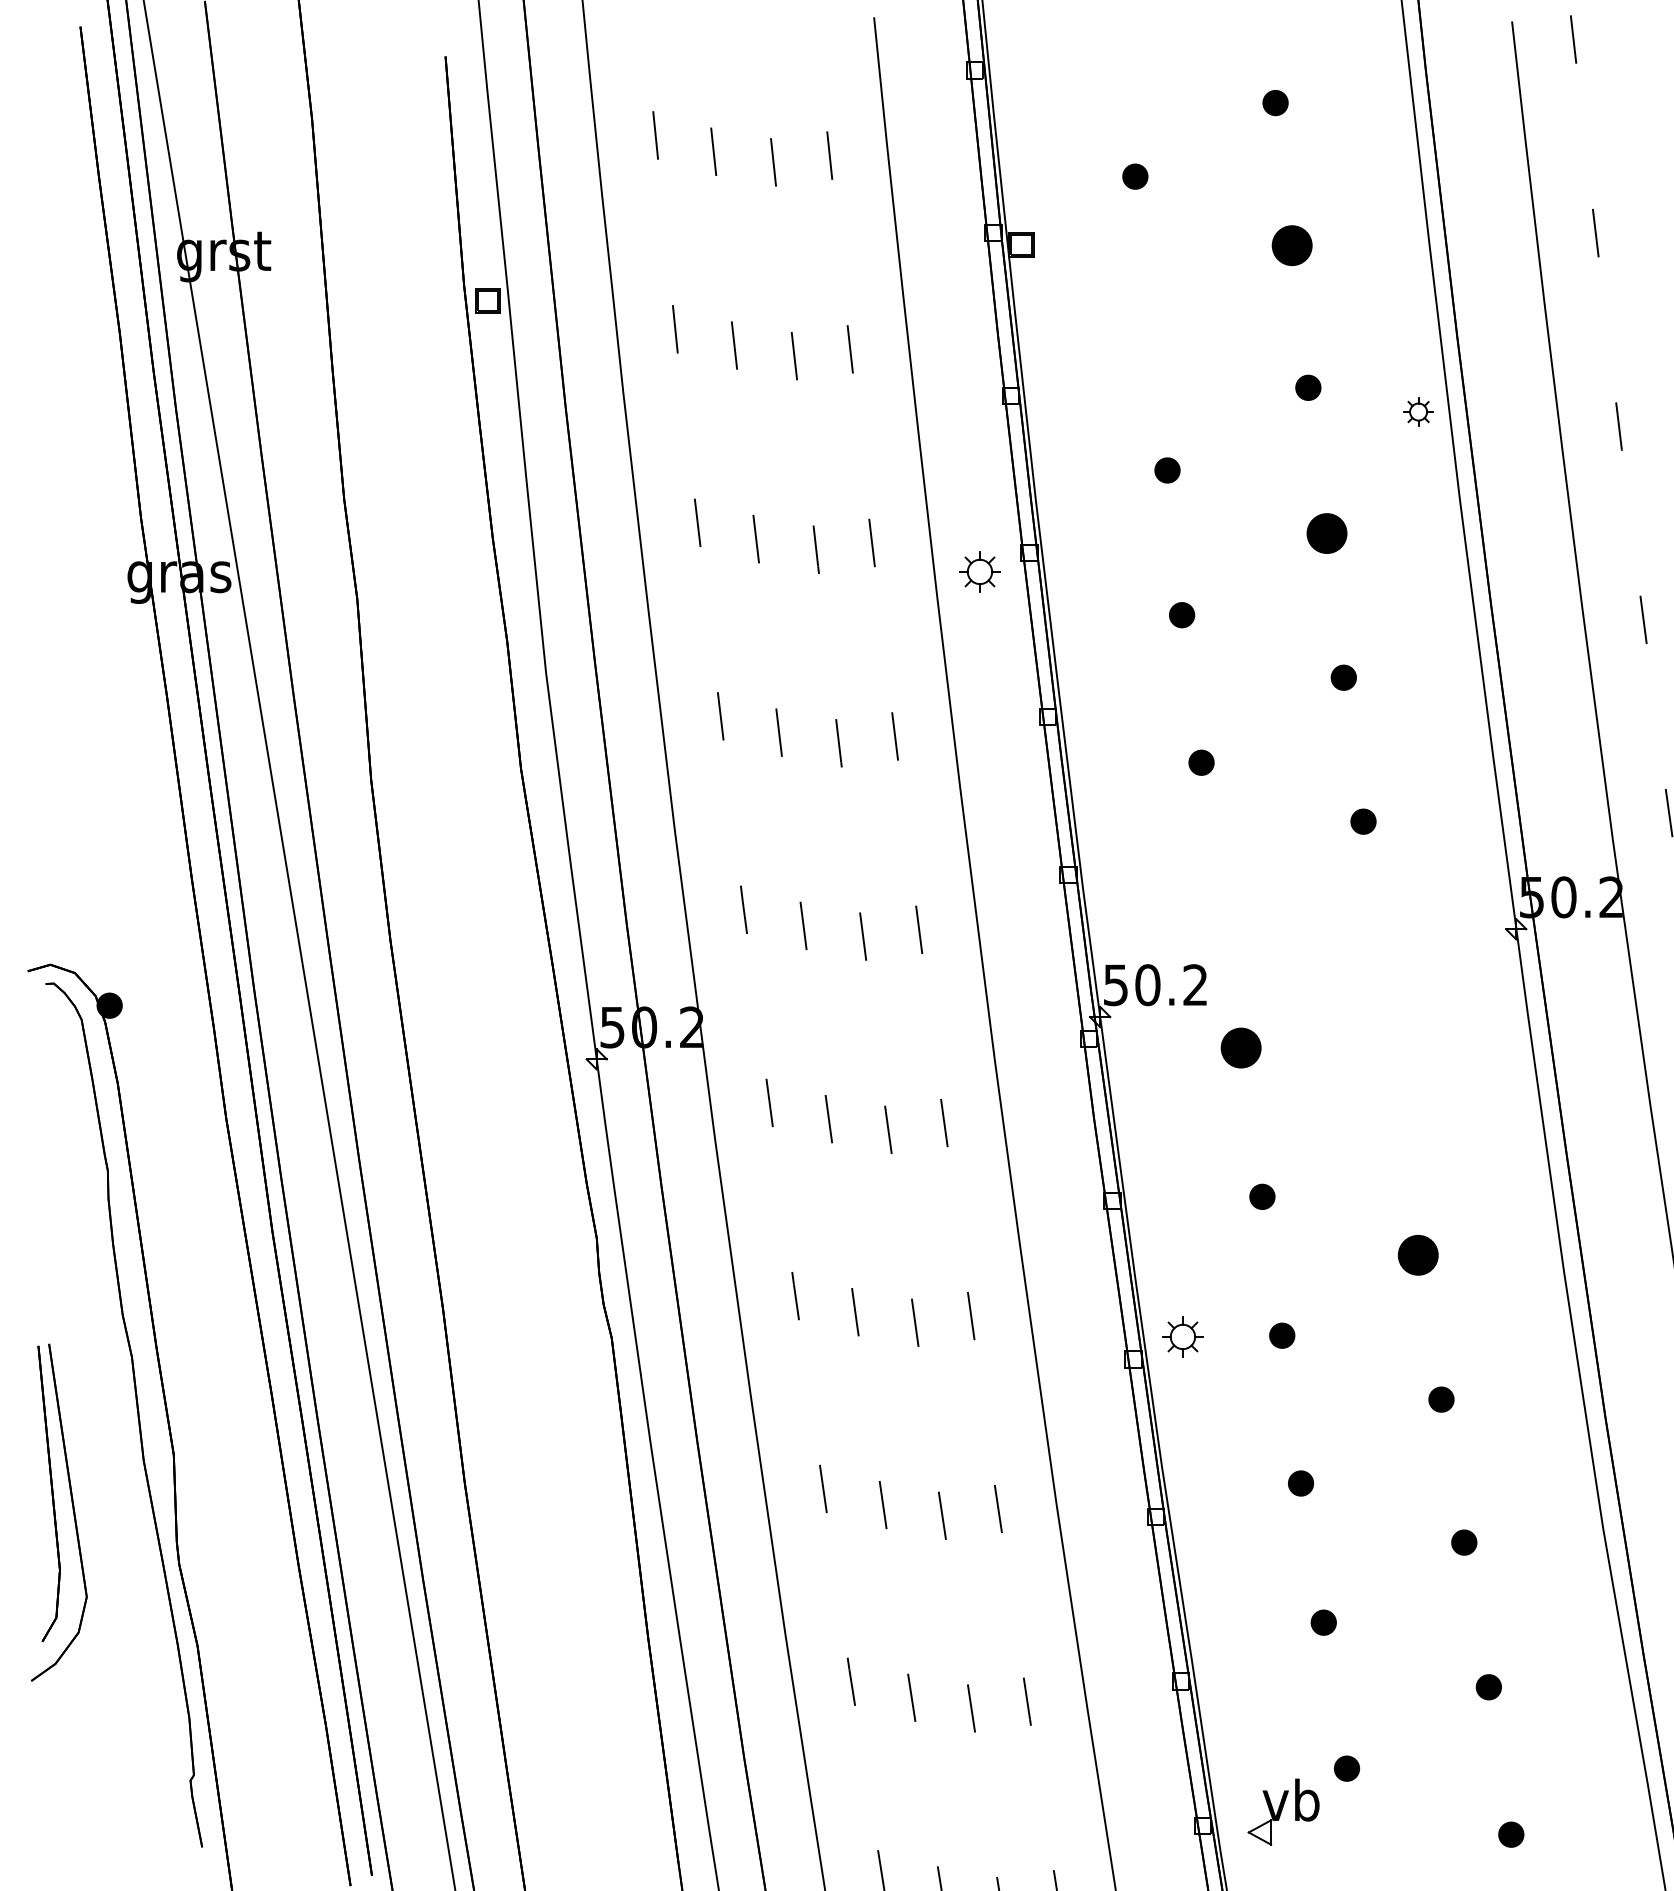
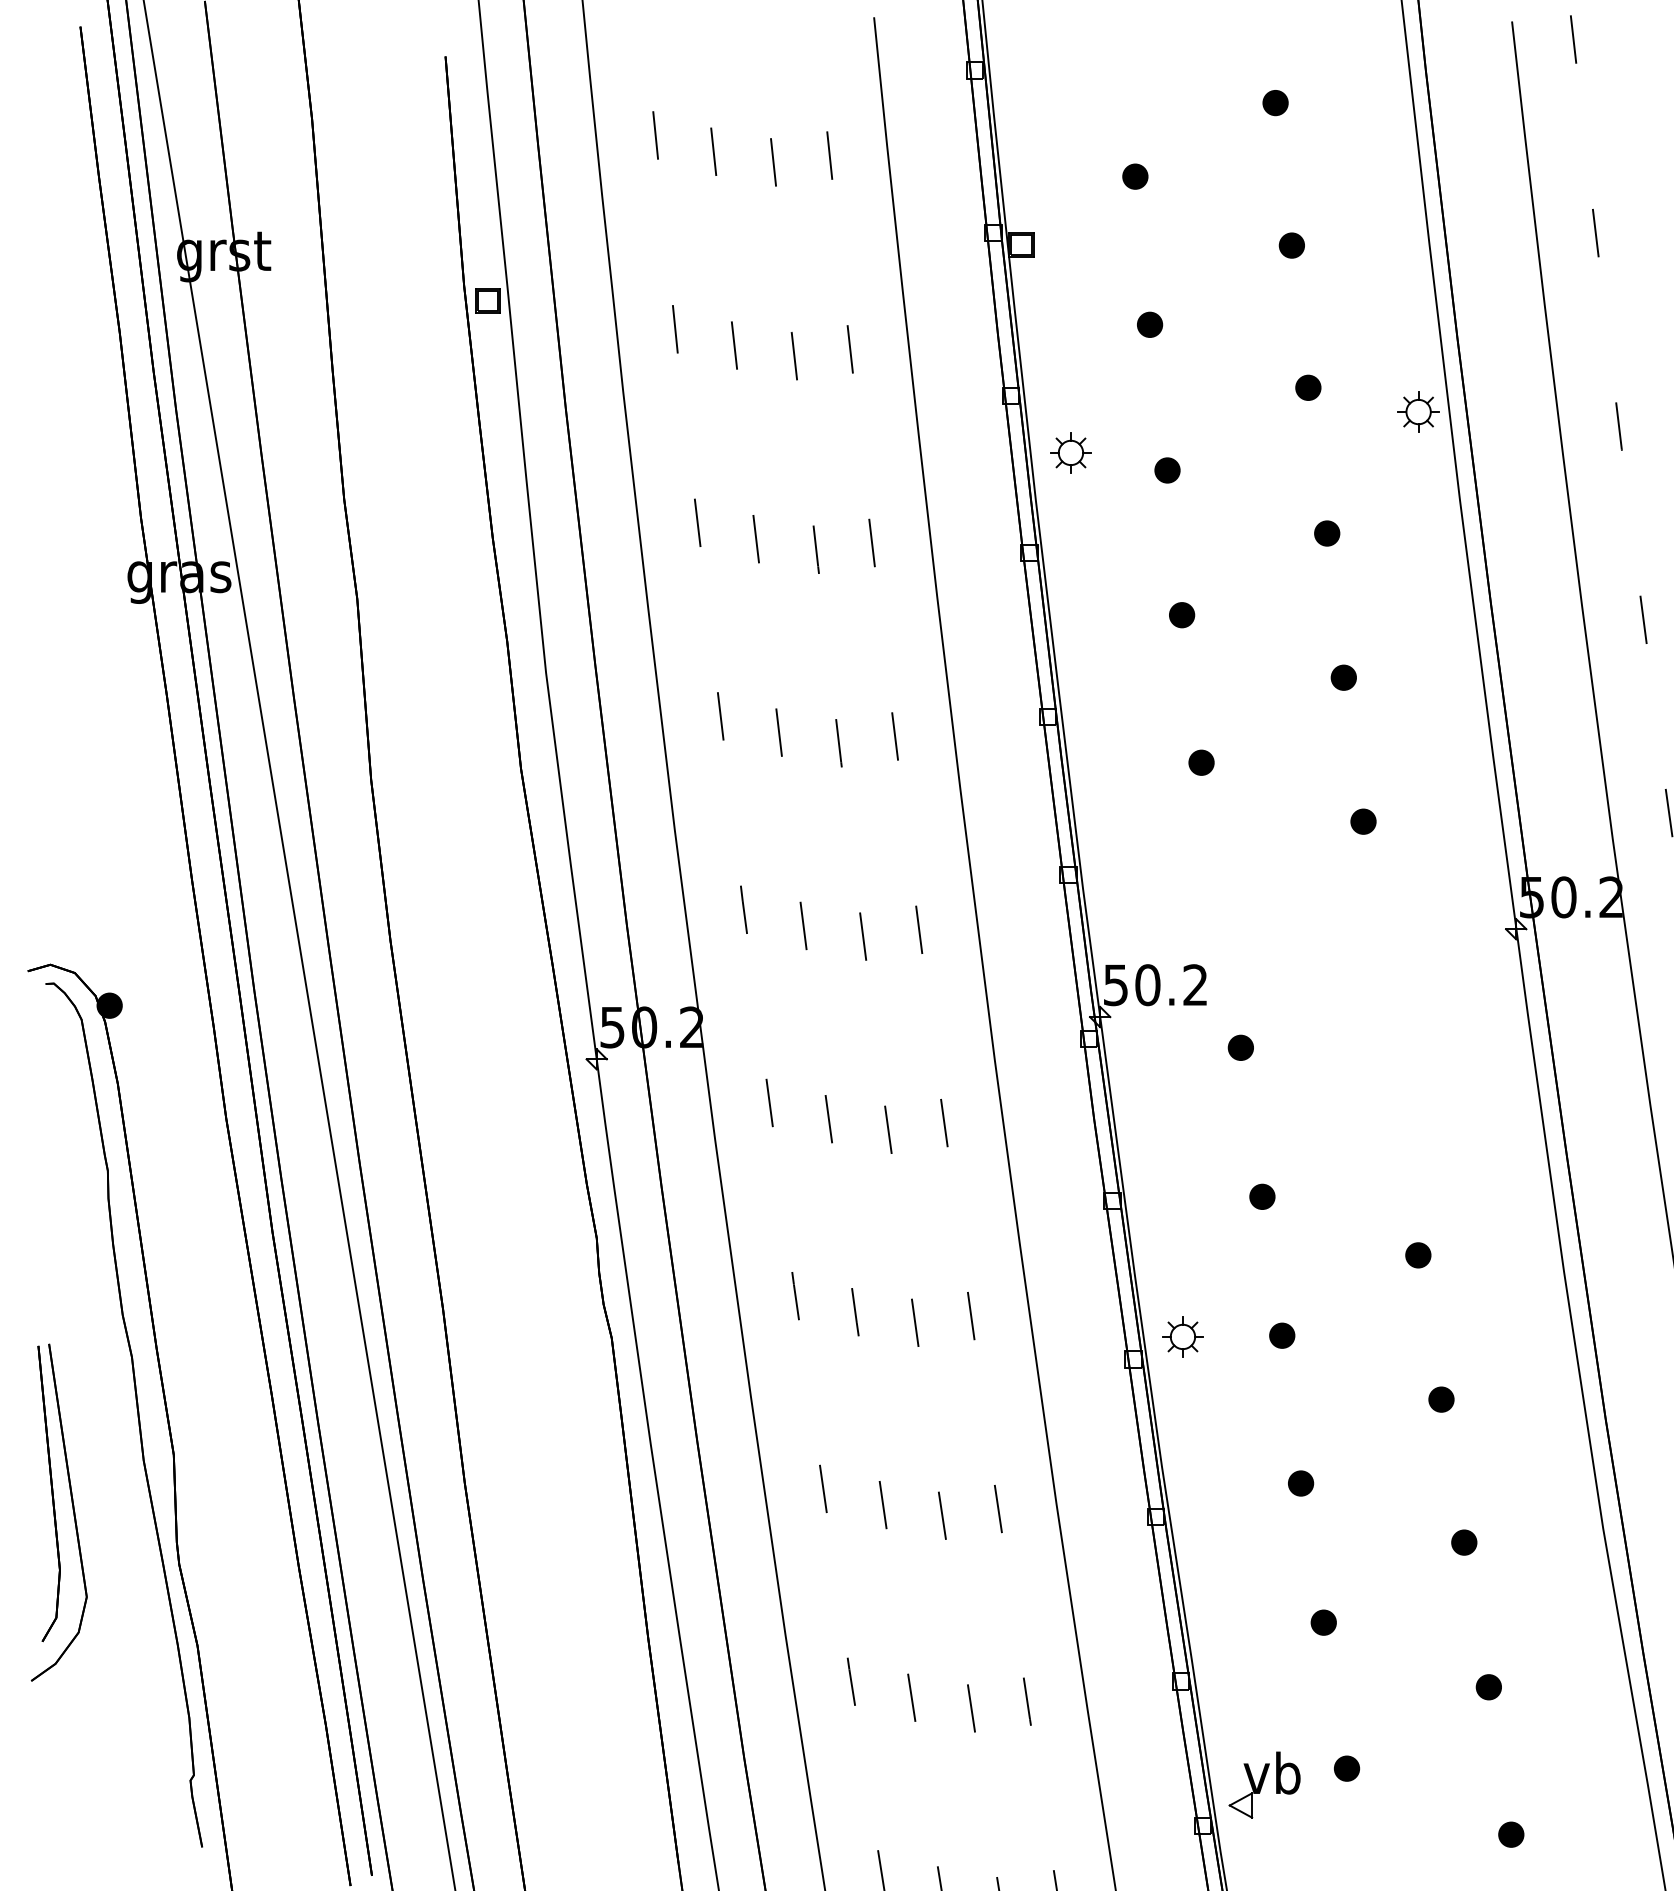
part at (1291, 245) size: 42x41 px -> 27x27 px
part at (1150, 324): none -> present
part at (1418, 411) size: 31x30 px -> 43x42 px
part at (1326, 533) size: 42x41 px -> 27x27 px
part at (979, 571) position: (979, 571) -> (1070, 452)
part at (1240, 1047) size: 42x42 px -> 27x27 px
part at (1417, 1255) size: 42x41 px -> 27x27 px
part at (1283, 1811) position: (1283, 1811) -> (1264, 1784)
